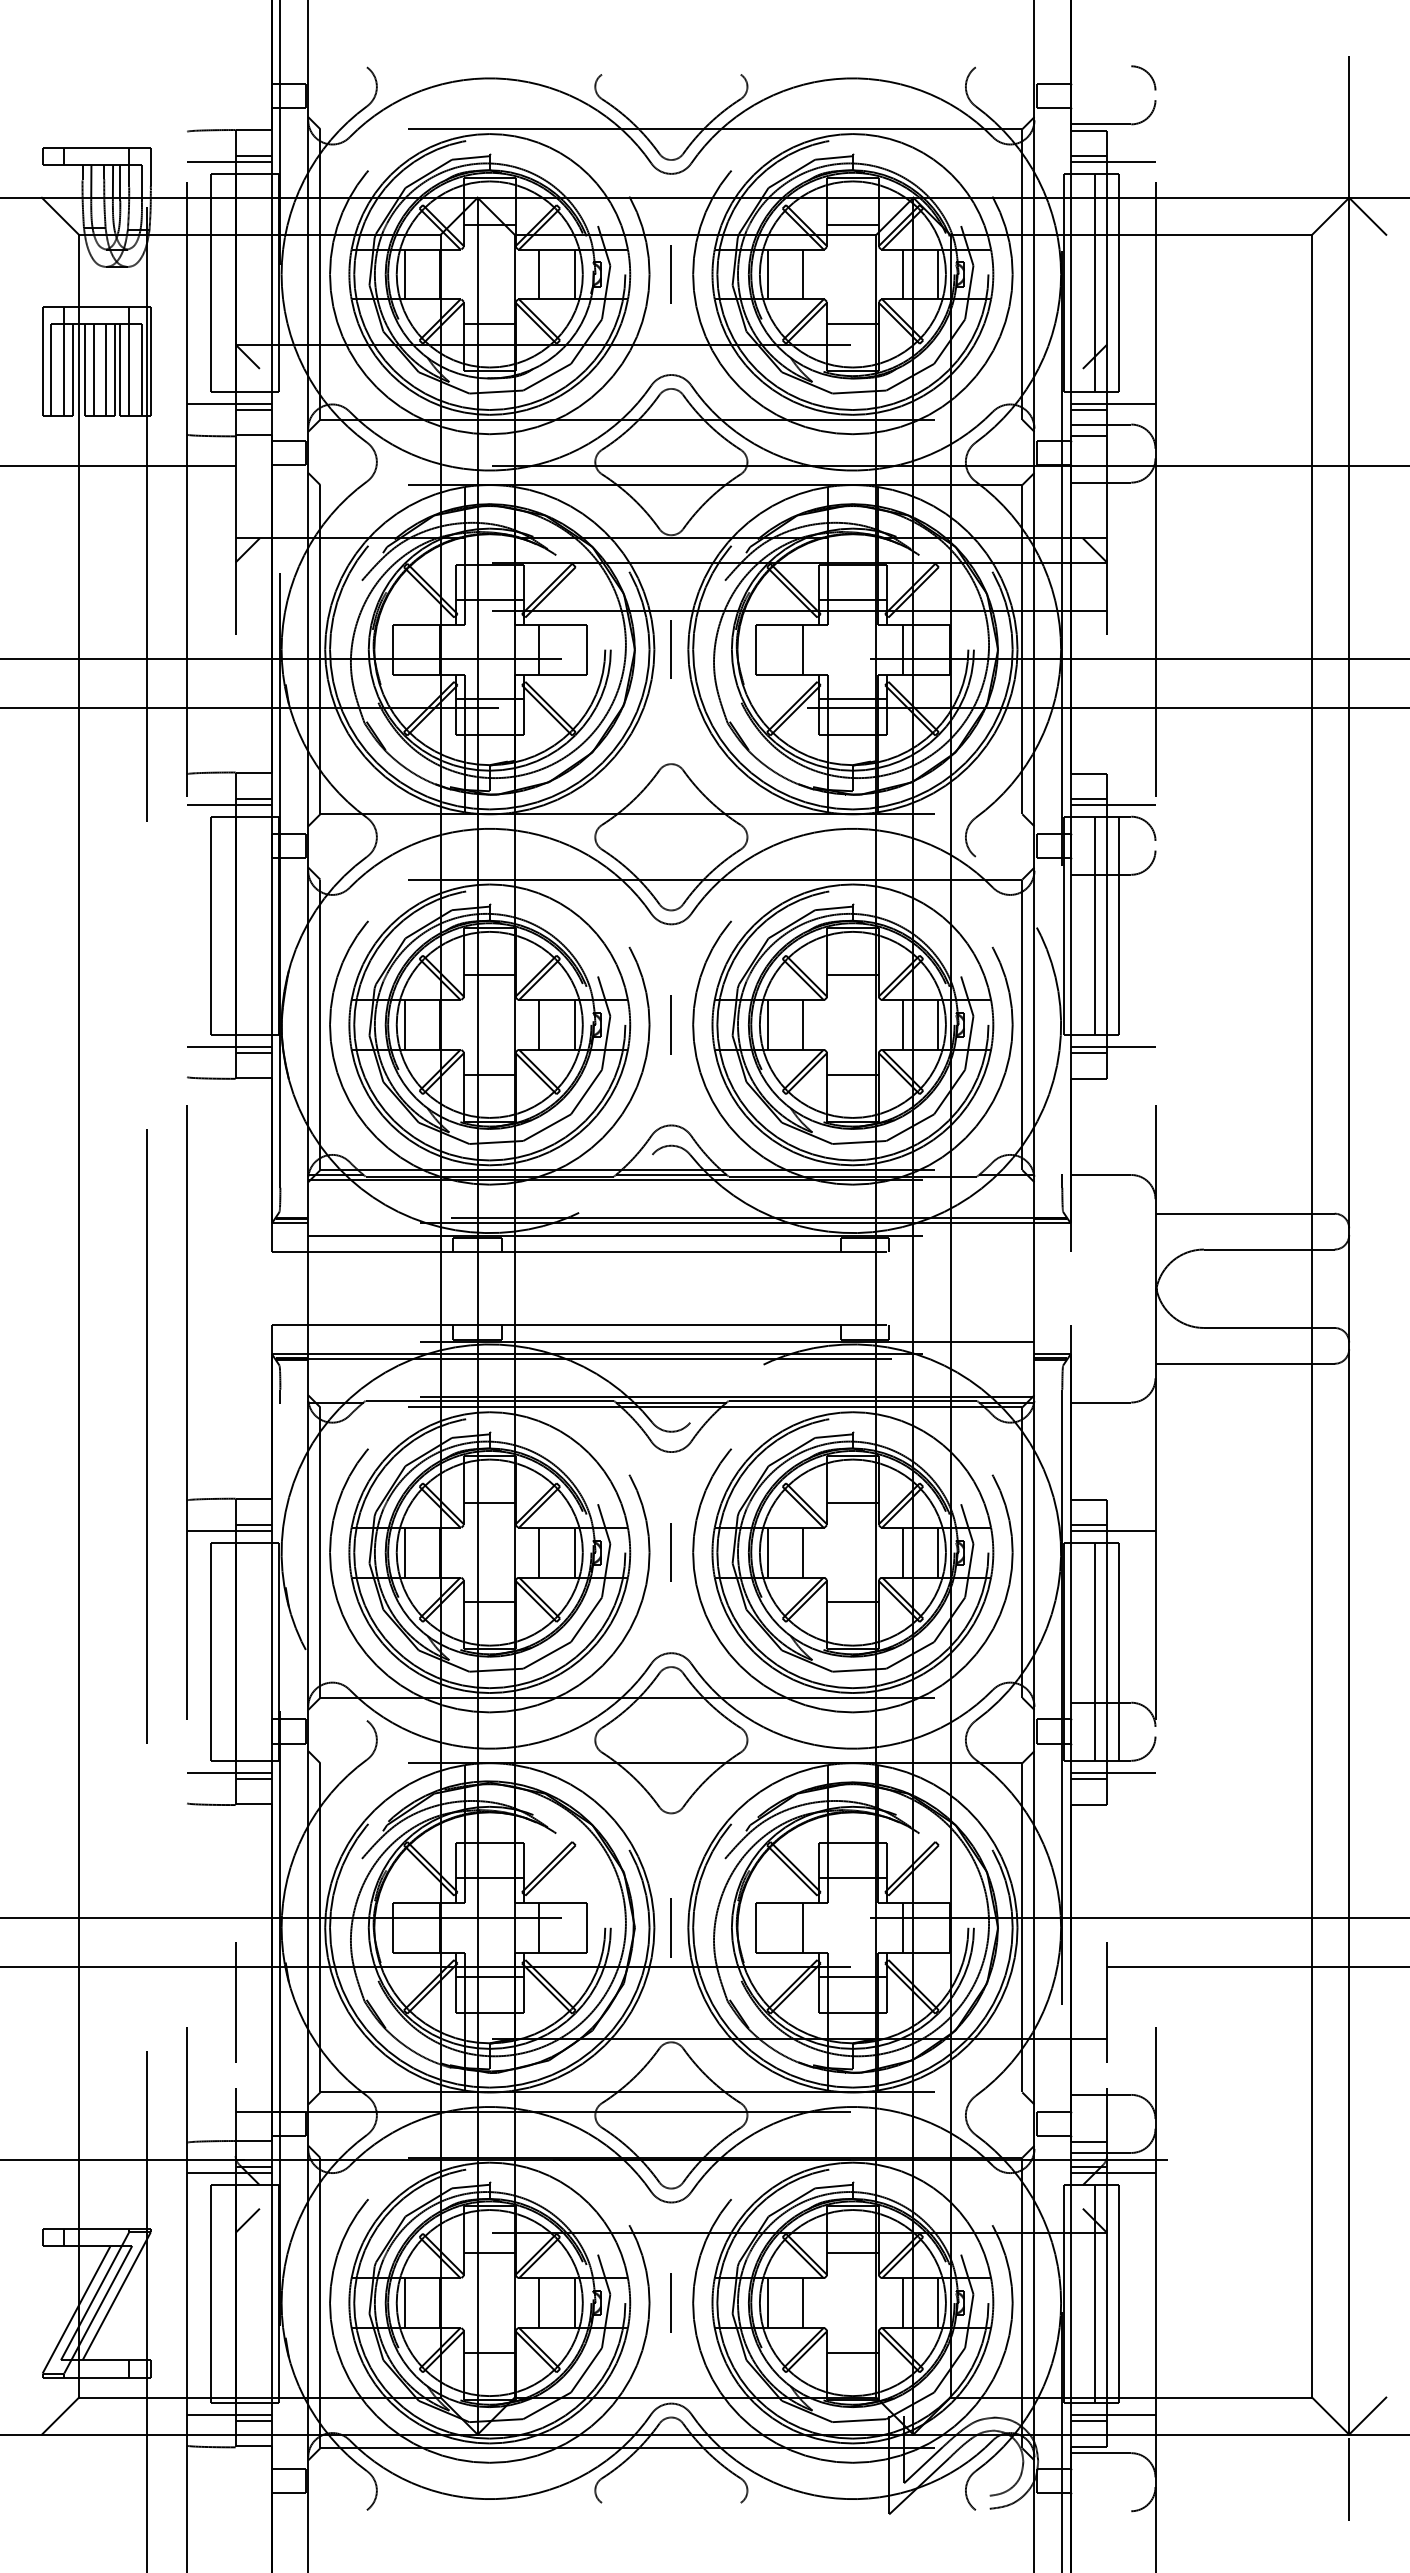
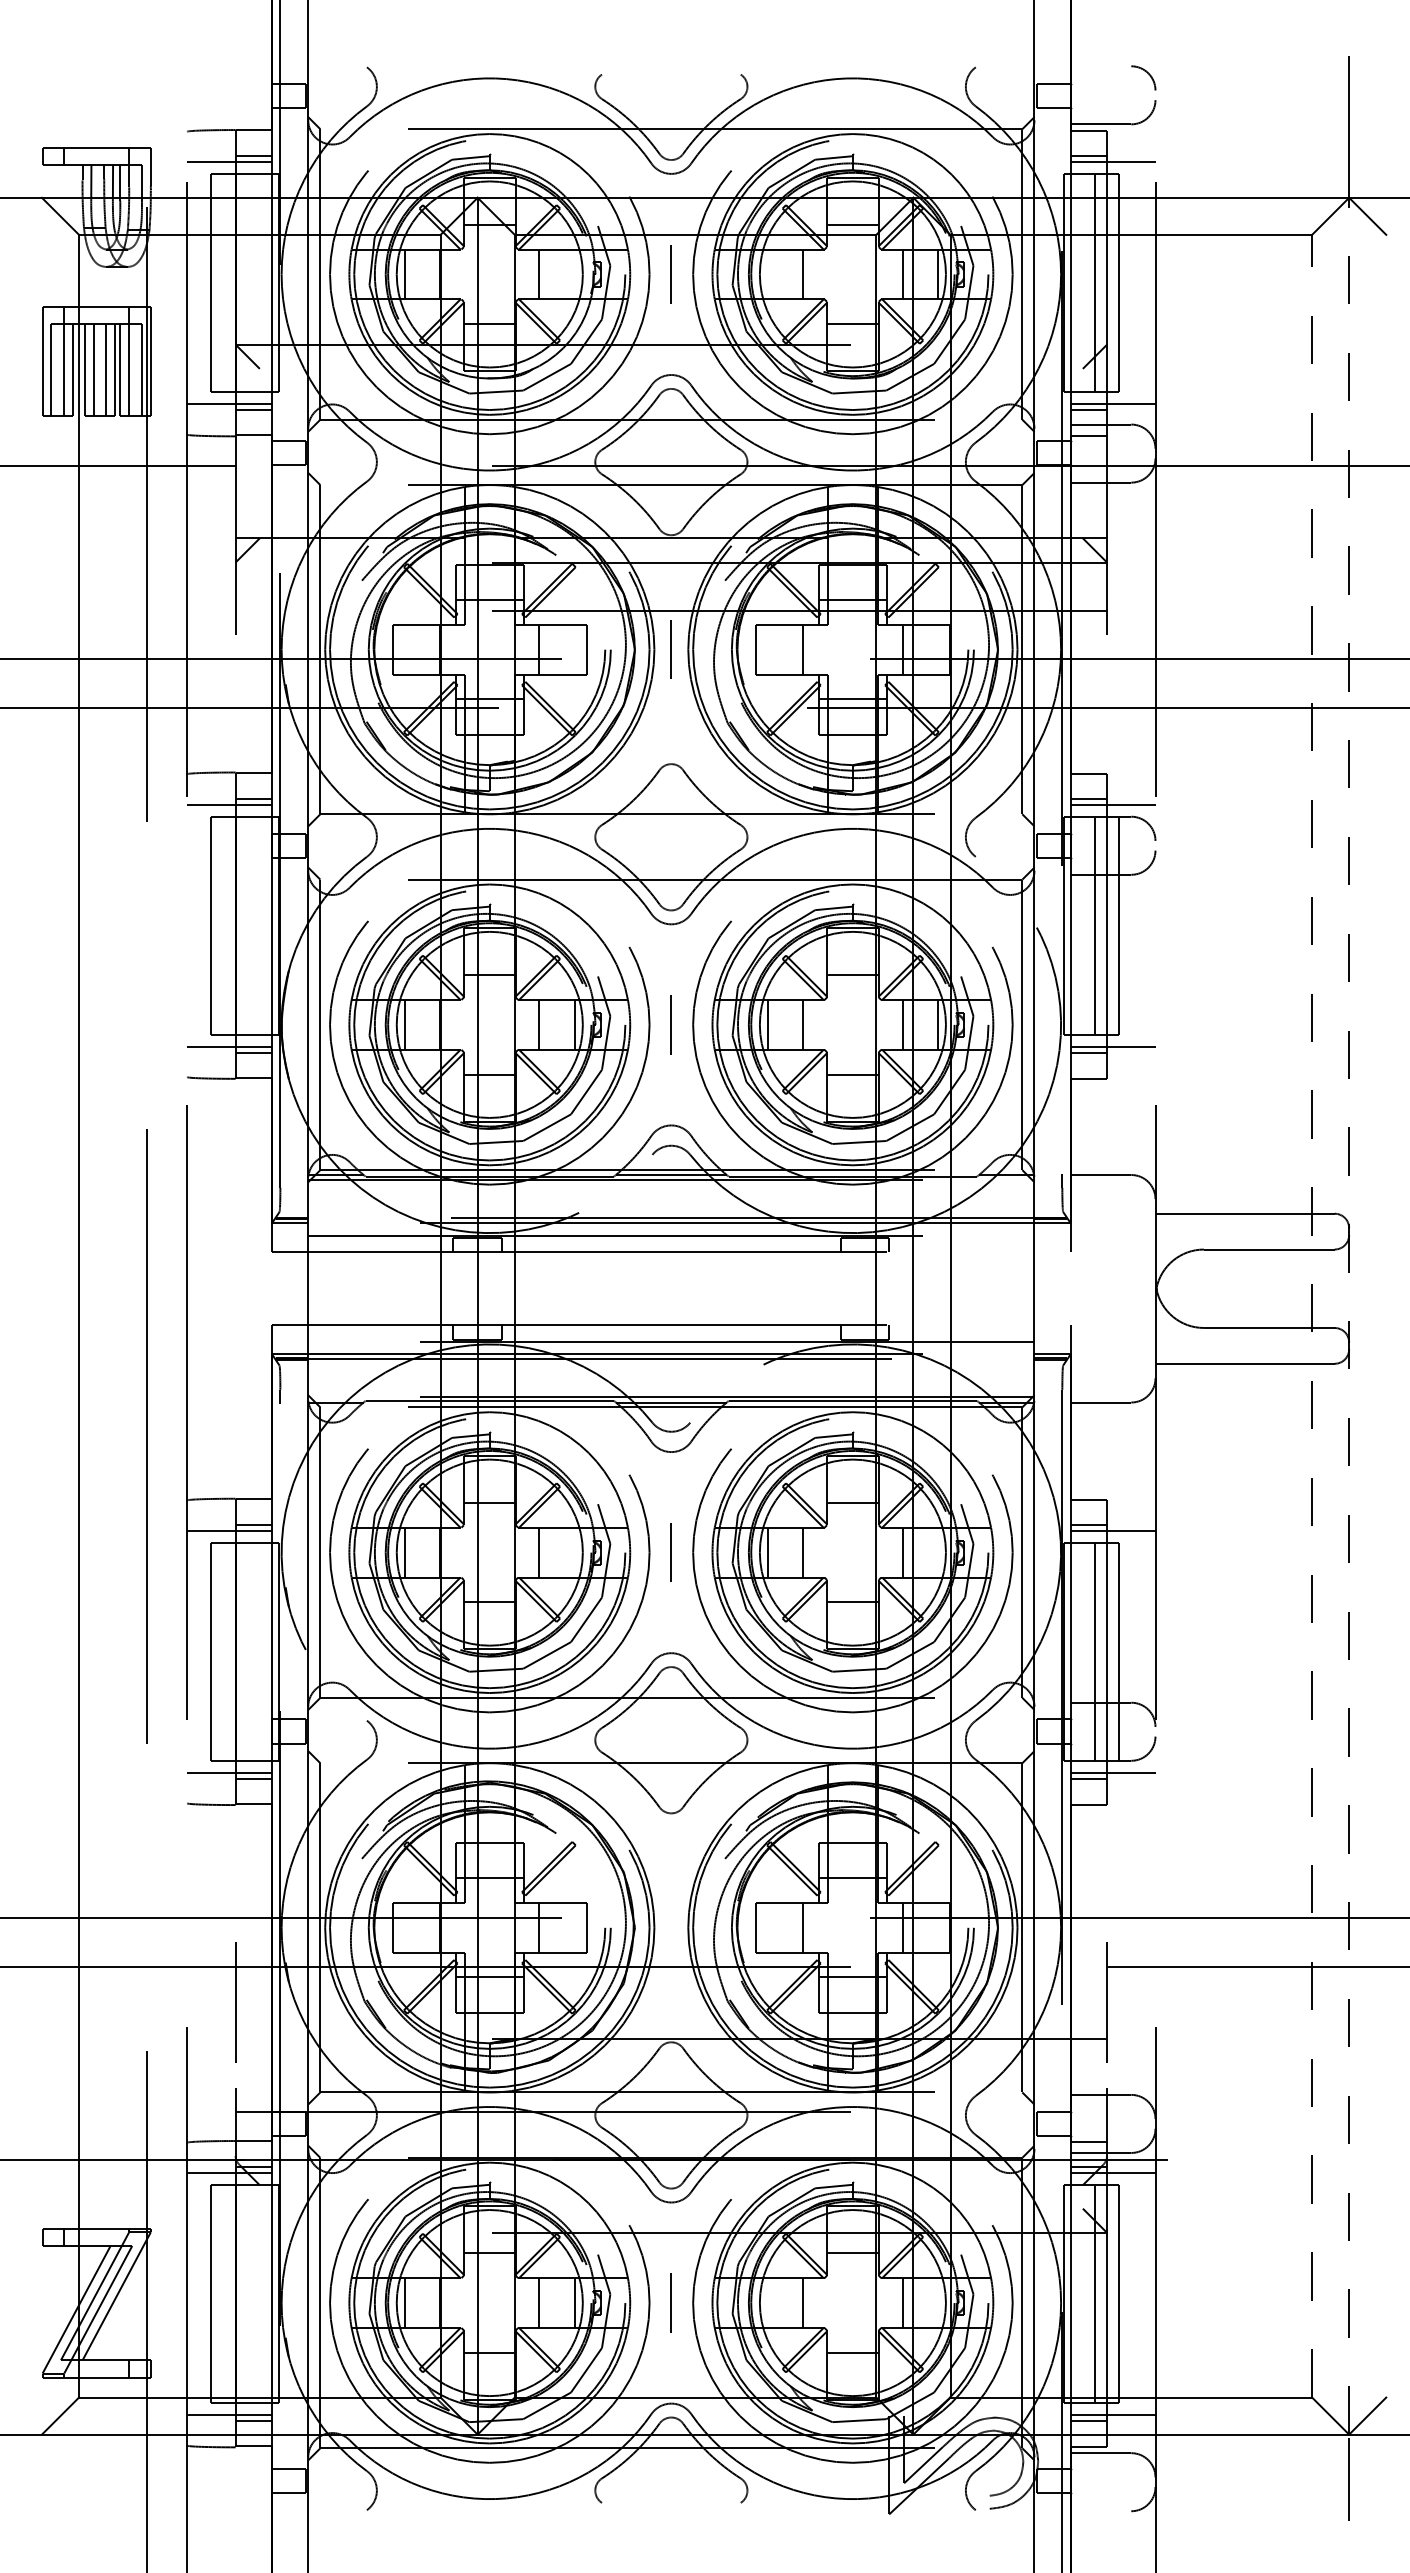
line at (574, 274): present -> none
line at (767, 274): present -> none
line at (1312, 1315): solid -> dashed
line at (1349, 1315): solid -> dashed
line at (574, 1552): present -> none
line at (937, 1552): present -> none
line at (670, 1927): present -> none
line at (247, 2220): present -> none
line at (767, 2303): present -> none
line at (937, 2303): present -> none
